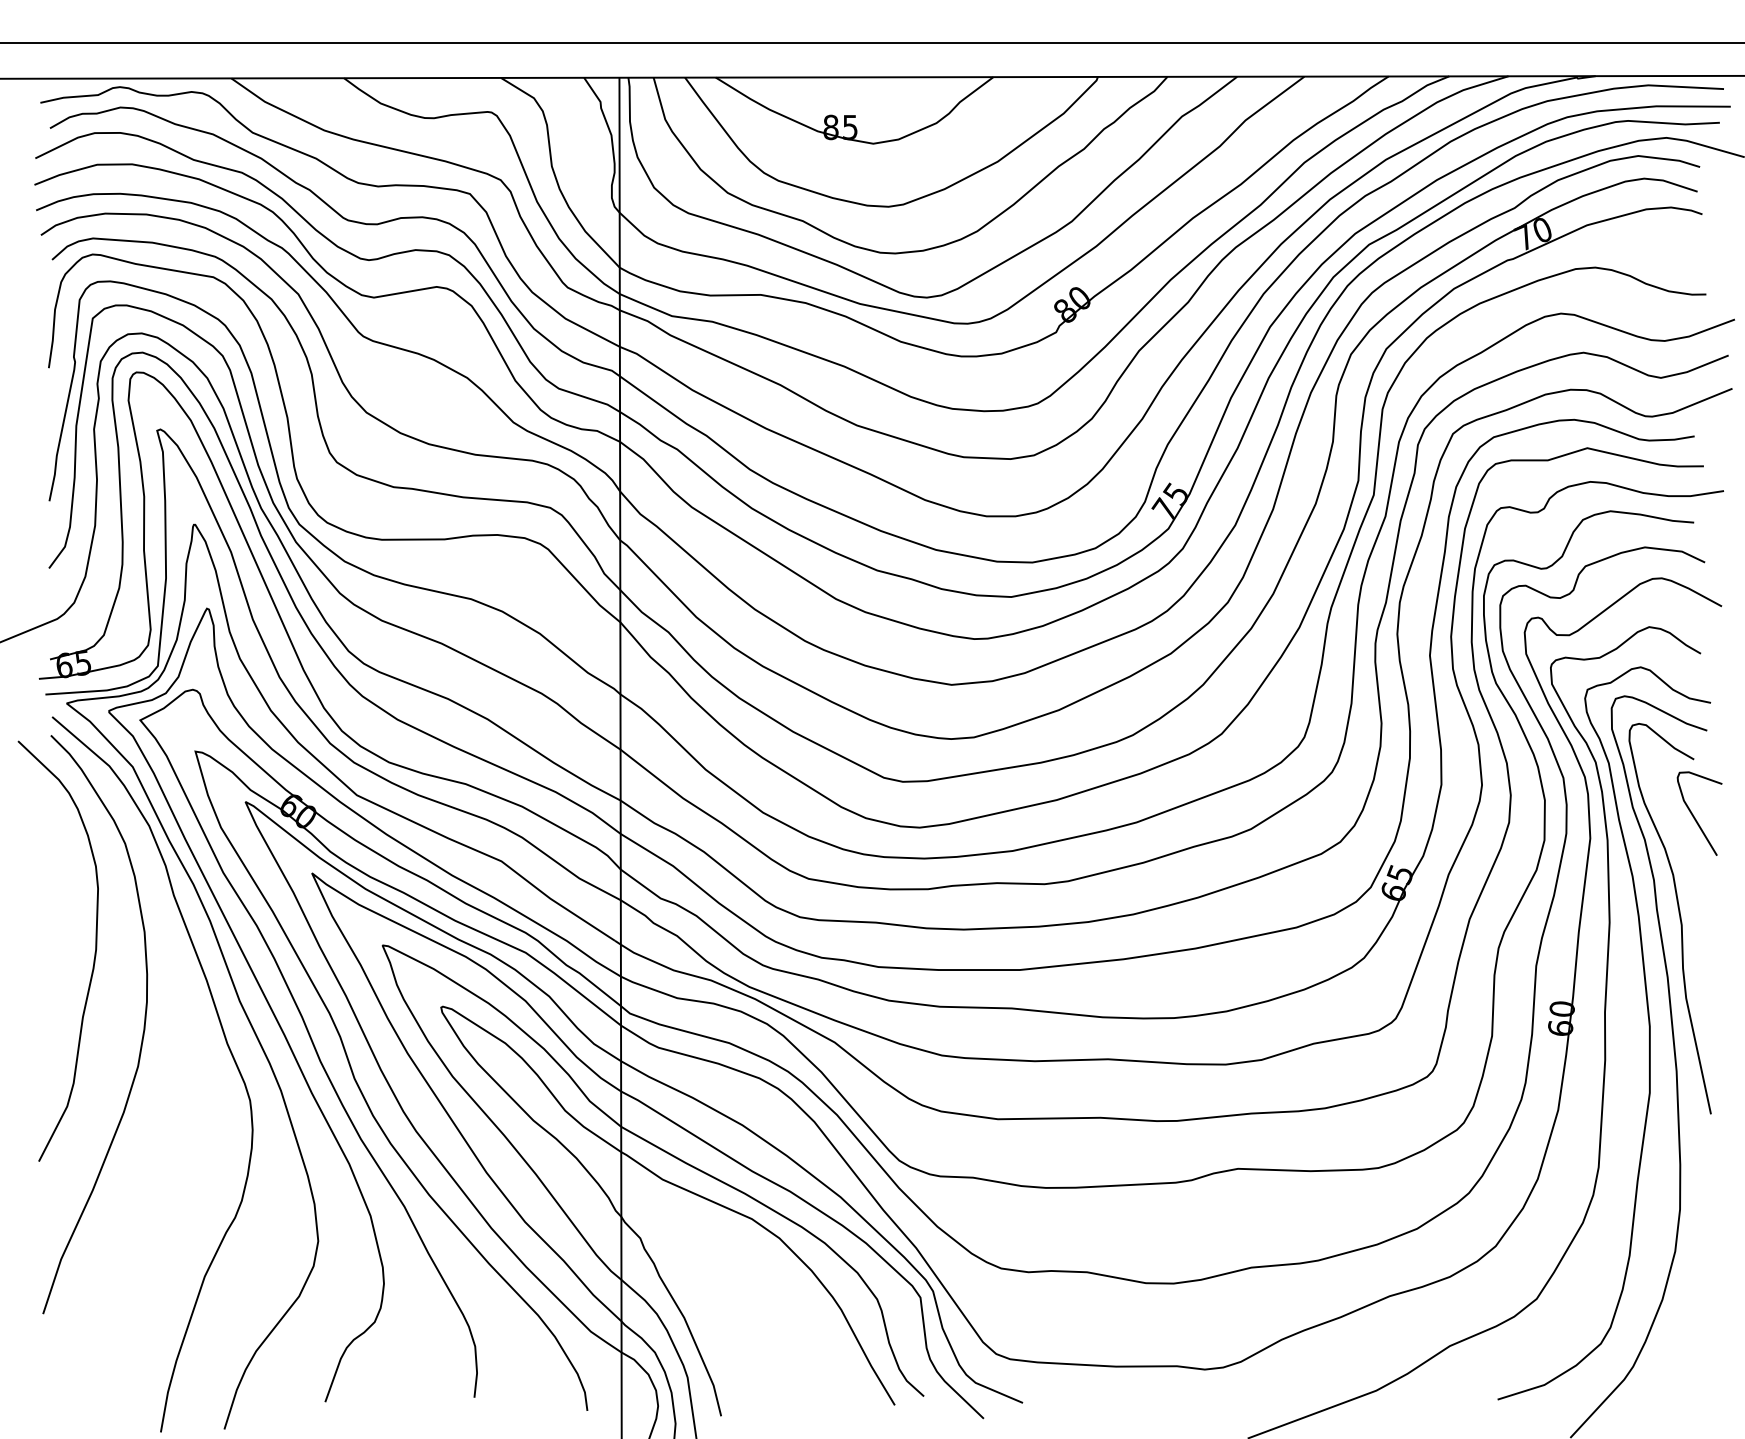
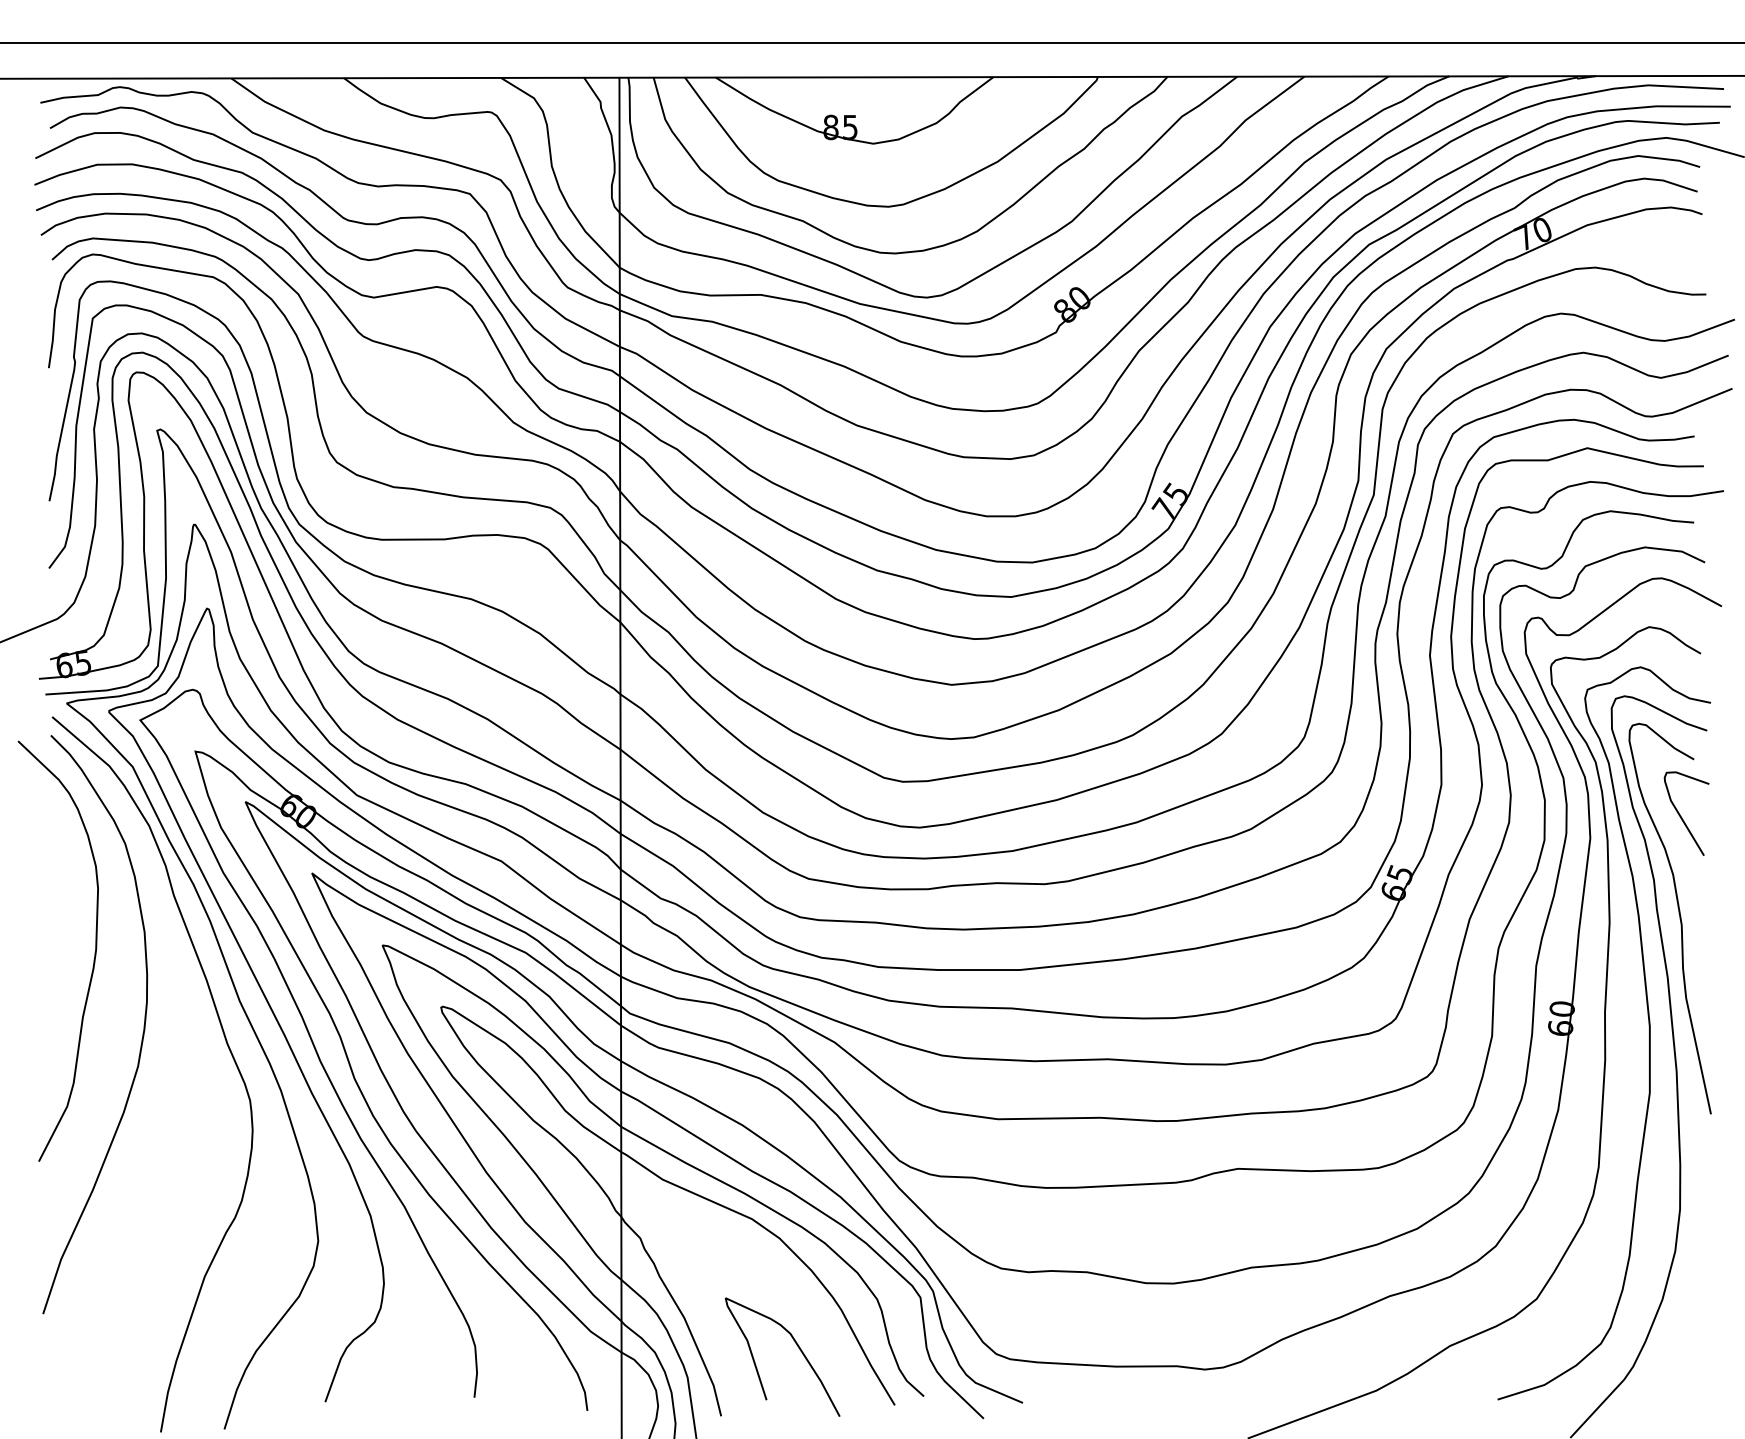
curve at (1695, 817) position: (1695, 817) -> (1682, 817)
curve at (796, 1345): none -> present
